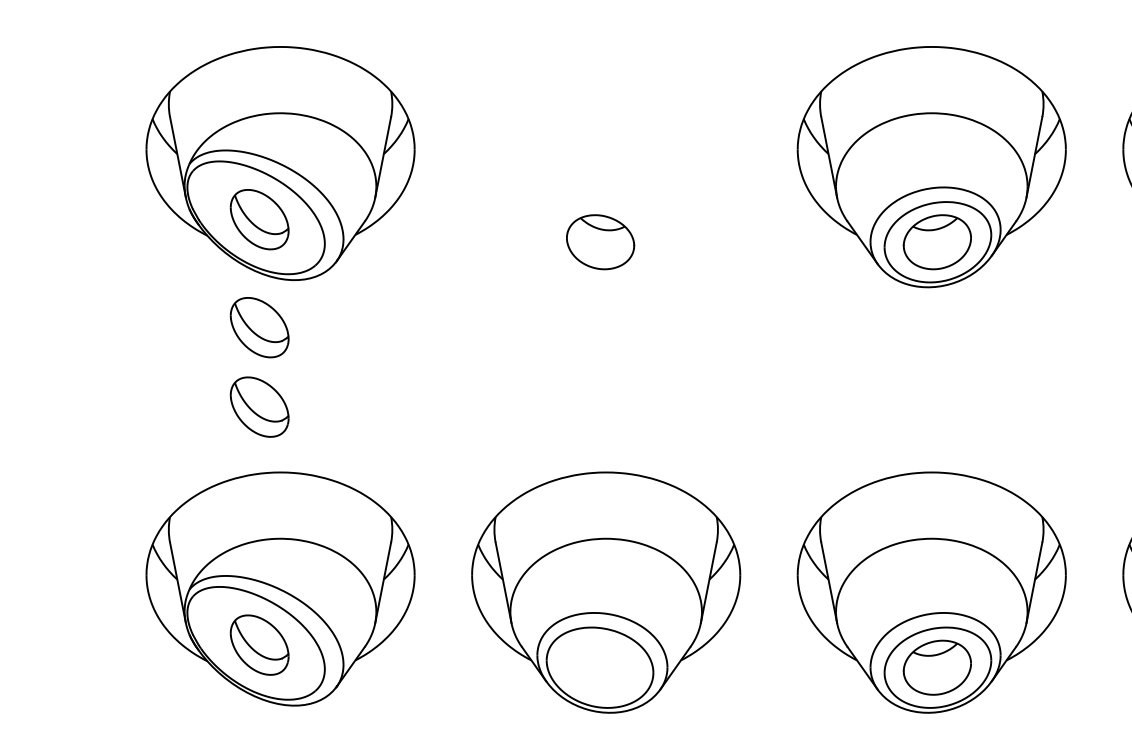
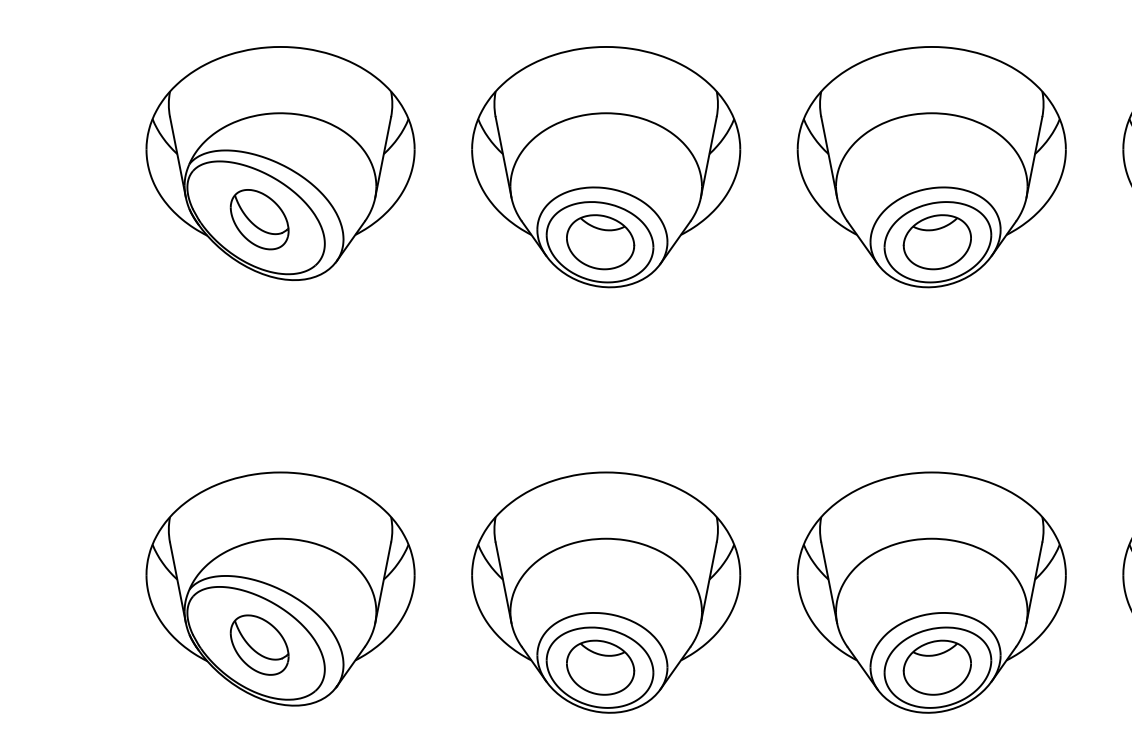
part at (606, 167): none -> present
part at (259, 327): present -> none
part at (259, 406): present -> none
part at (600, 667): none -> present
